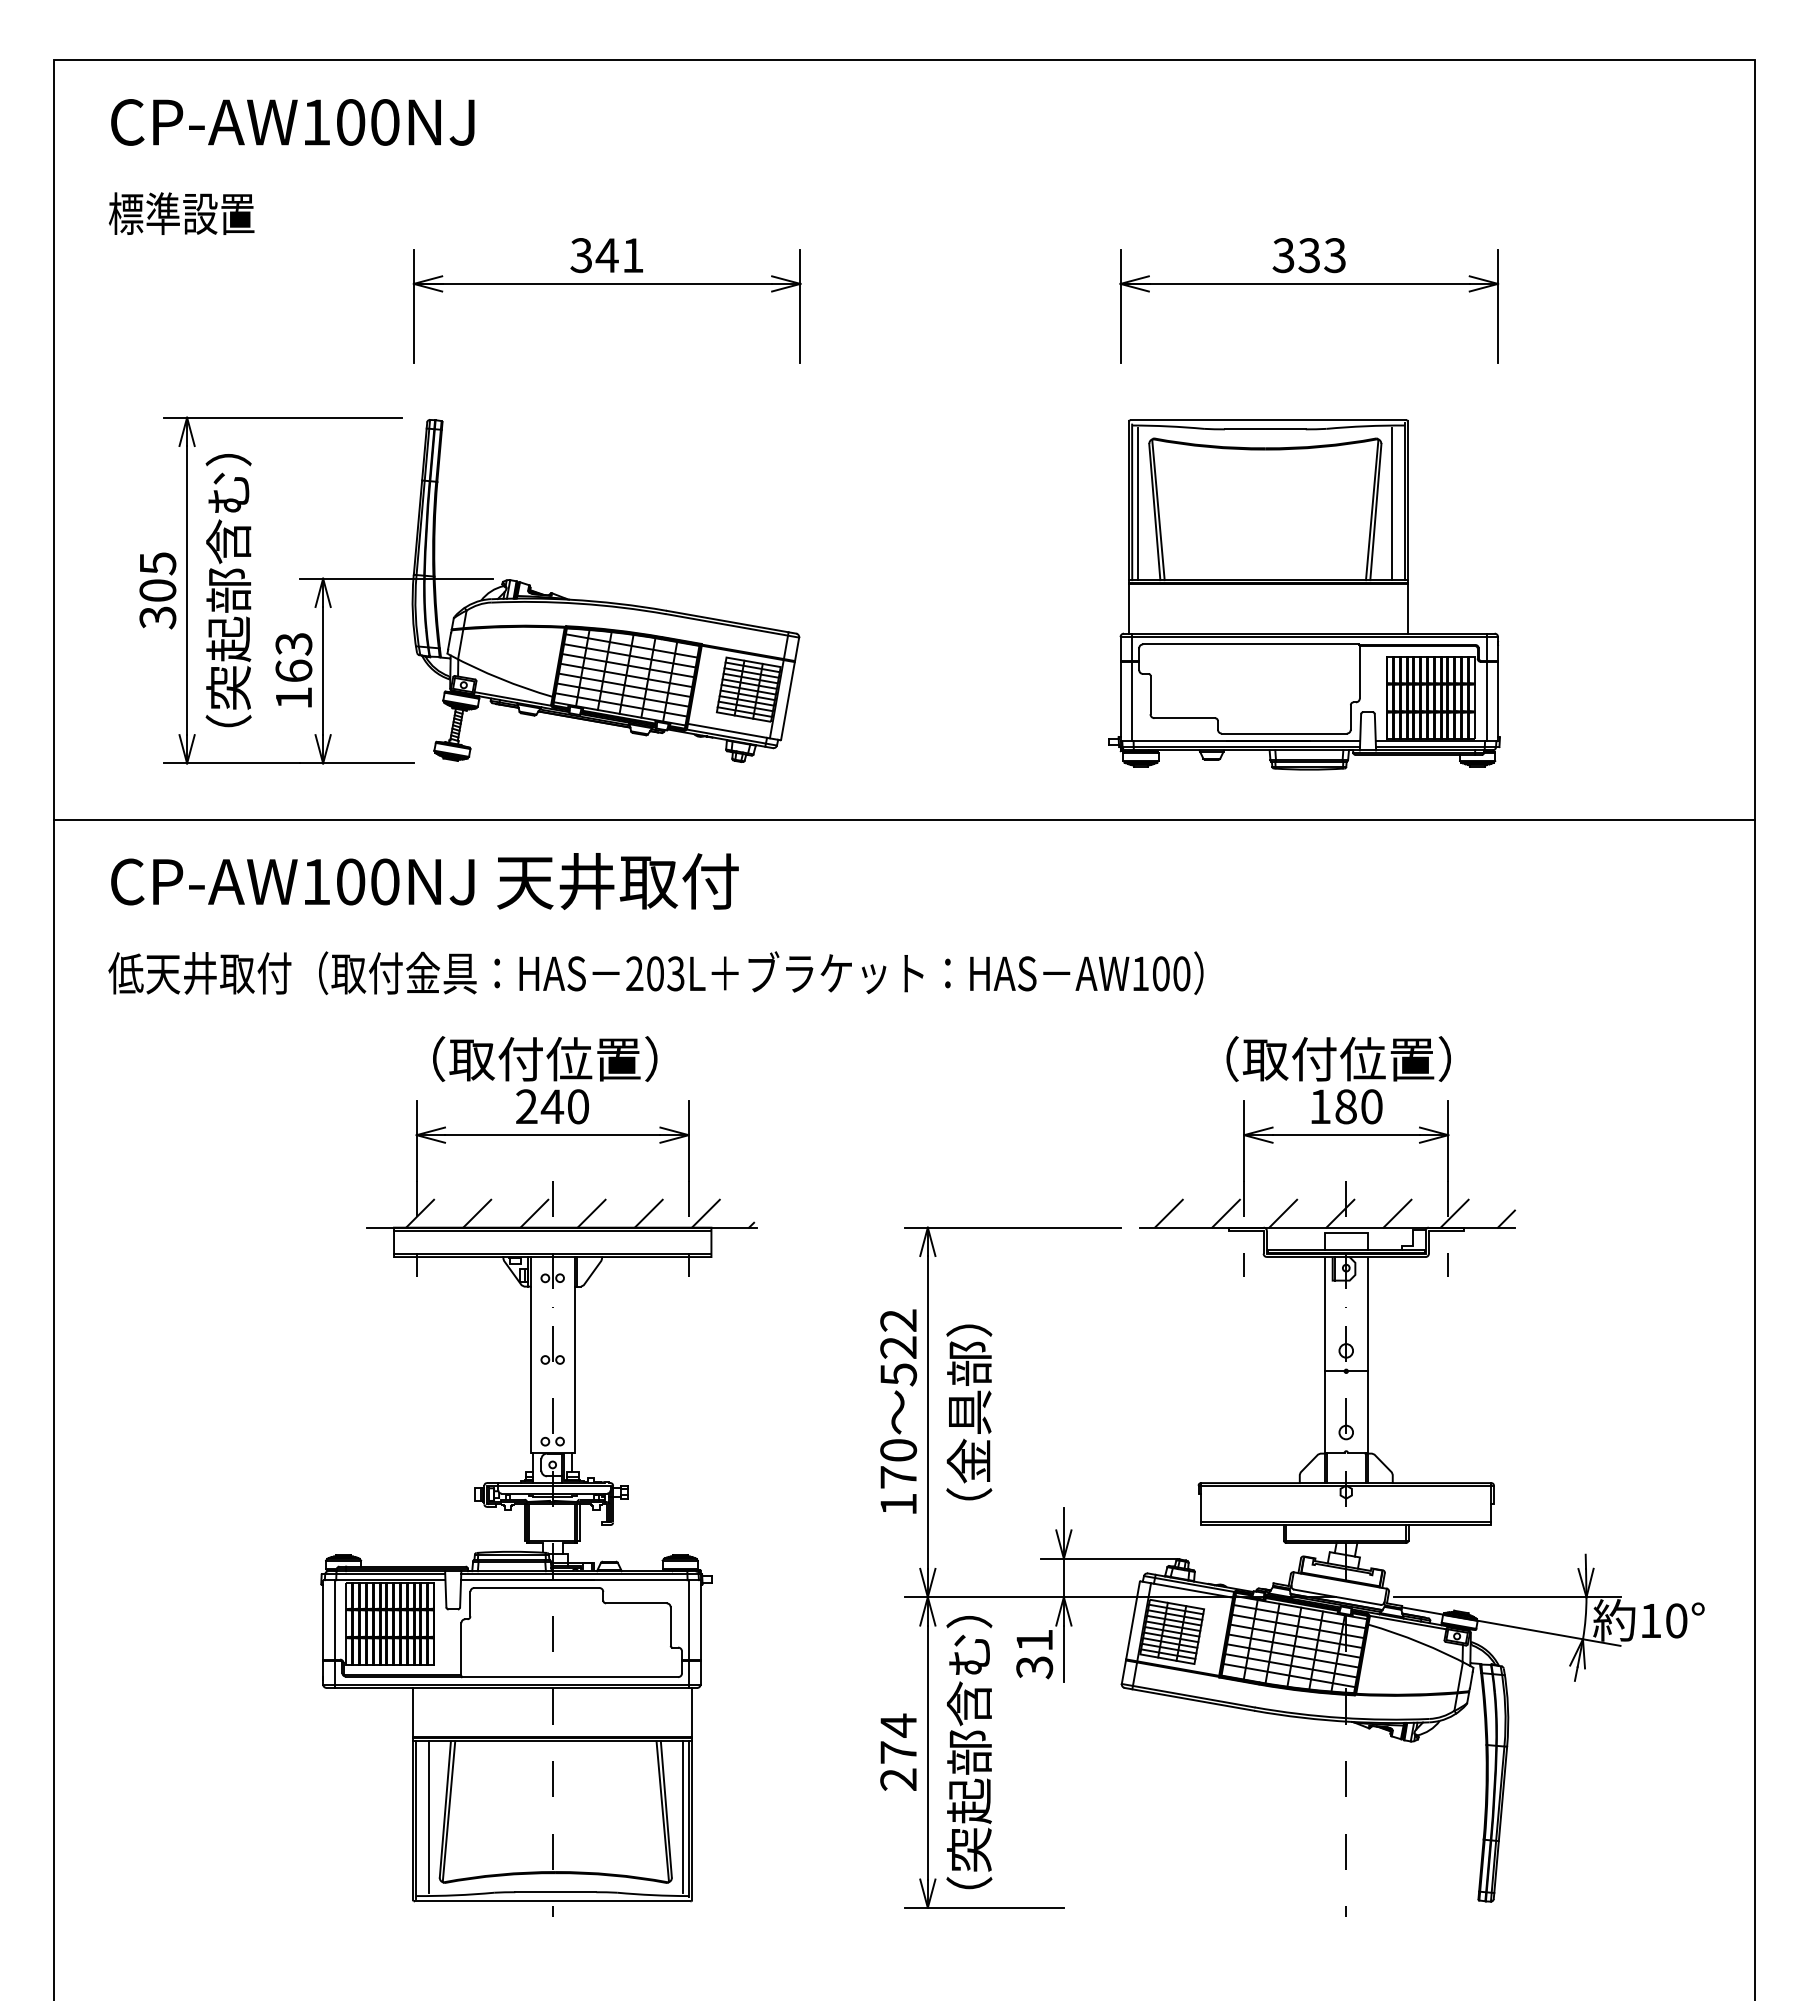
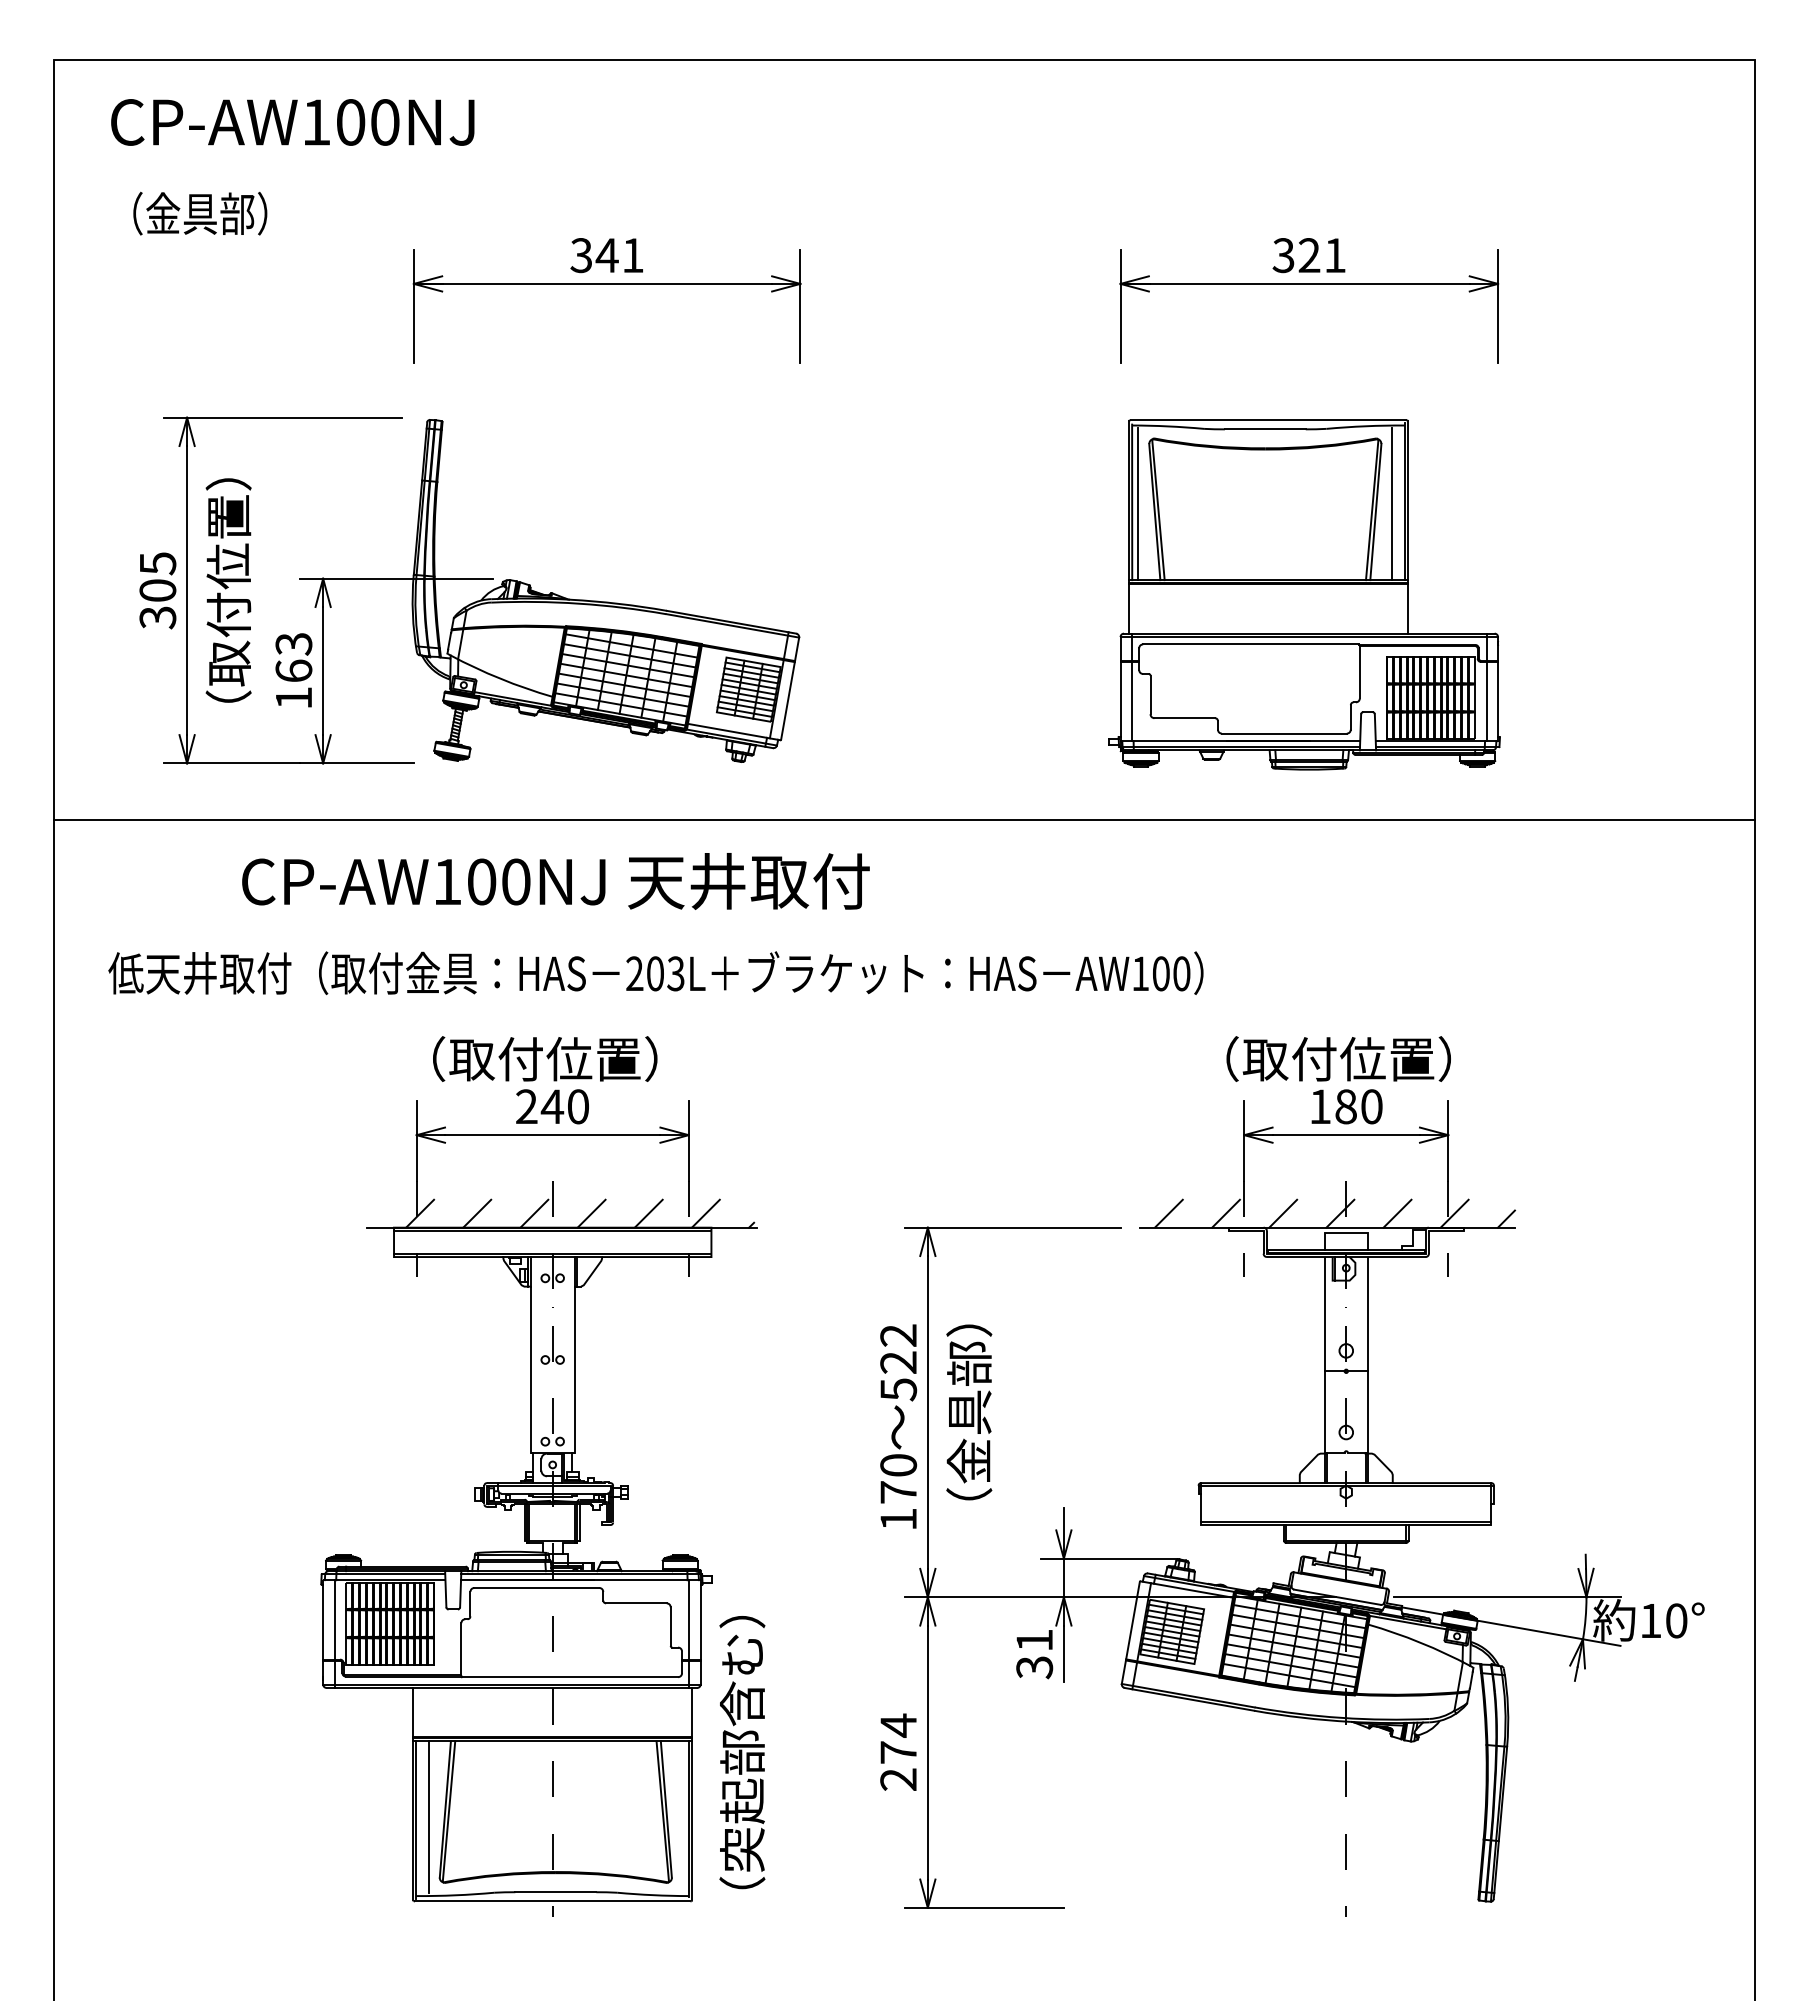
text at (187, 213): 標準設置 -> （金具部）
text at (1321, 255): 333 -> 321
text at (228, 590): （突起部含む） -> （取付位置）
text at (424, 881) position: (424, 881) -> (555, 881)
text at (898, 1411) position: (898, 1411) -> (898, 1426)
text at (969, 1752) position: (969, 1752) -> (742, 1752)
line at (682, 1817): present -> none
